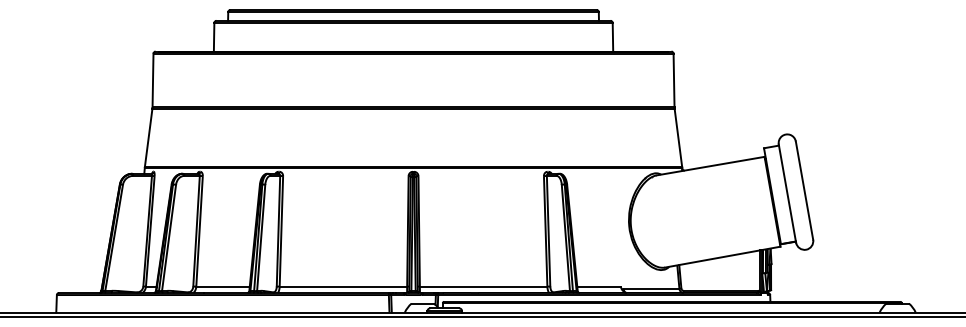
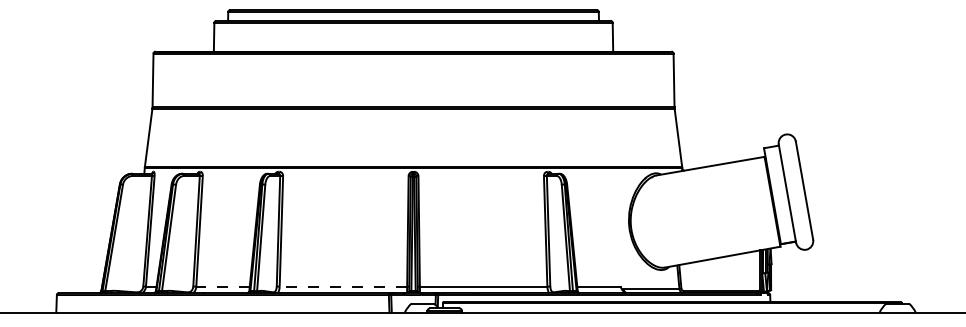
line at (223, 286): solid -> dashed
line at (343, 286): solid -> dashed
line at (482, 317): present -> none
